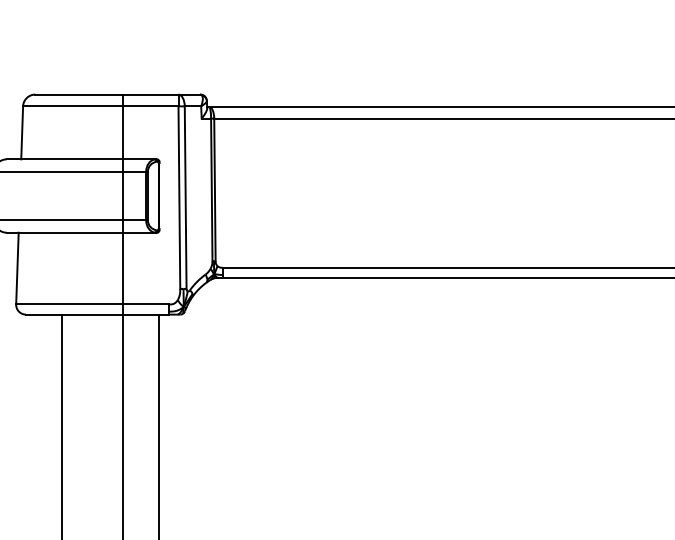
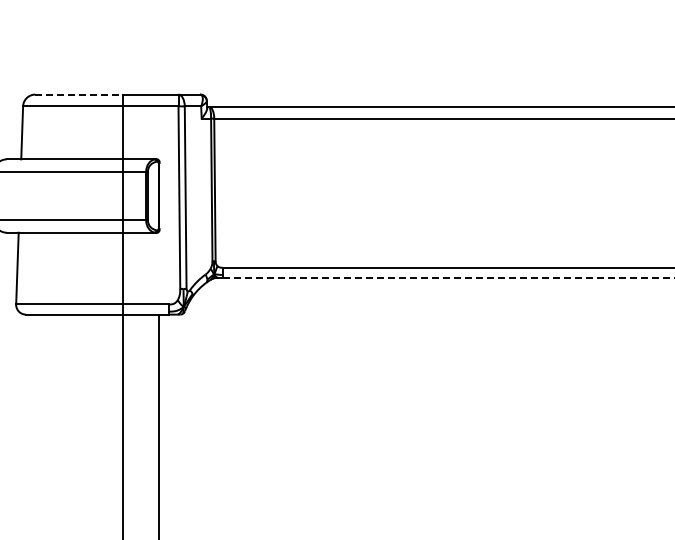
line at (79, 94): solid -> dashed
line at (448, 277): solid -> dashed
line at (61, 425): present -> none
